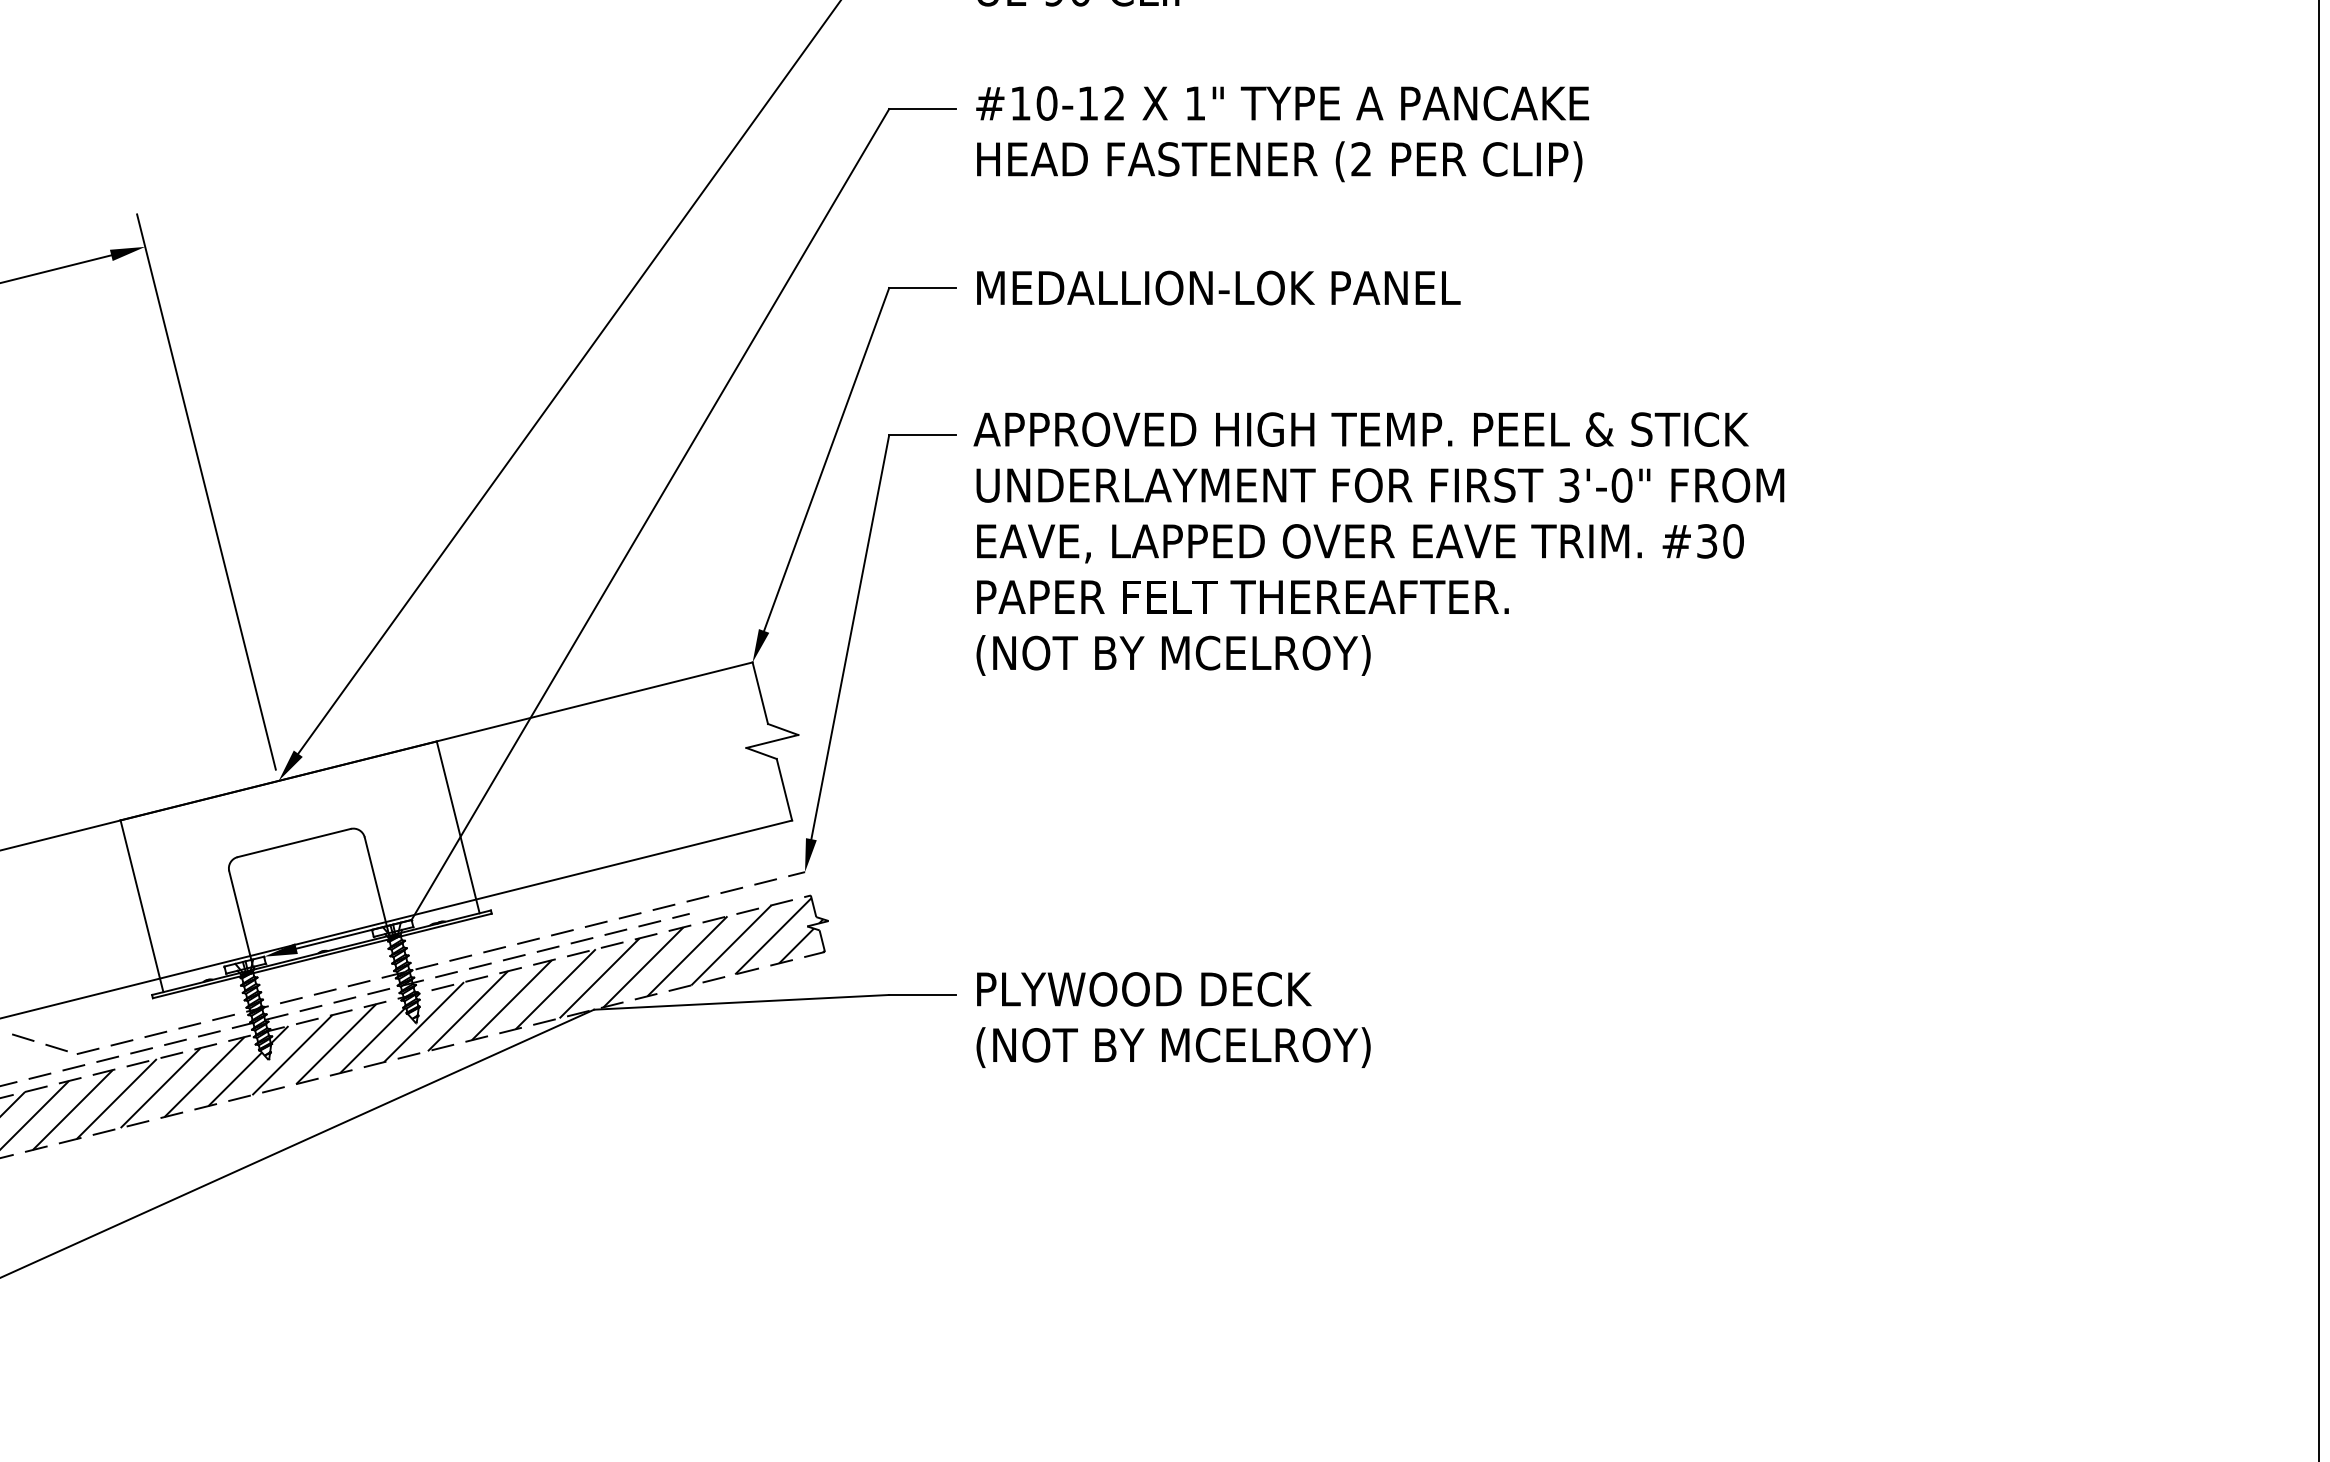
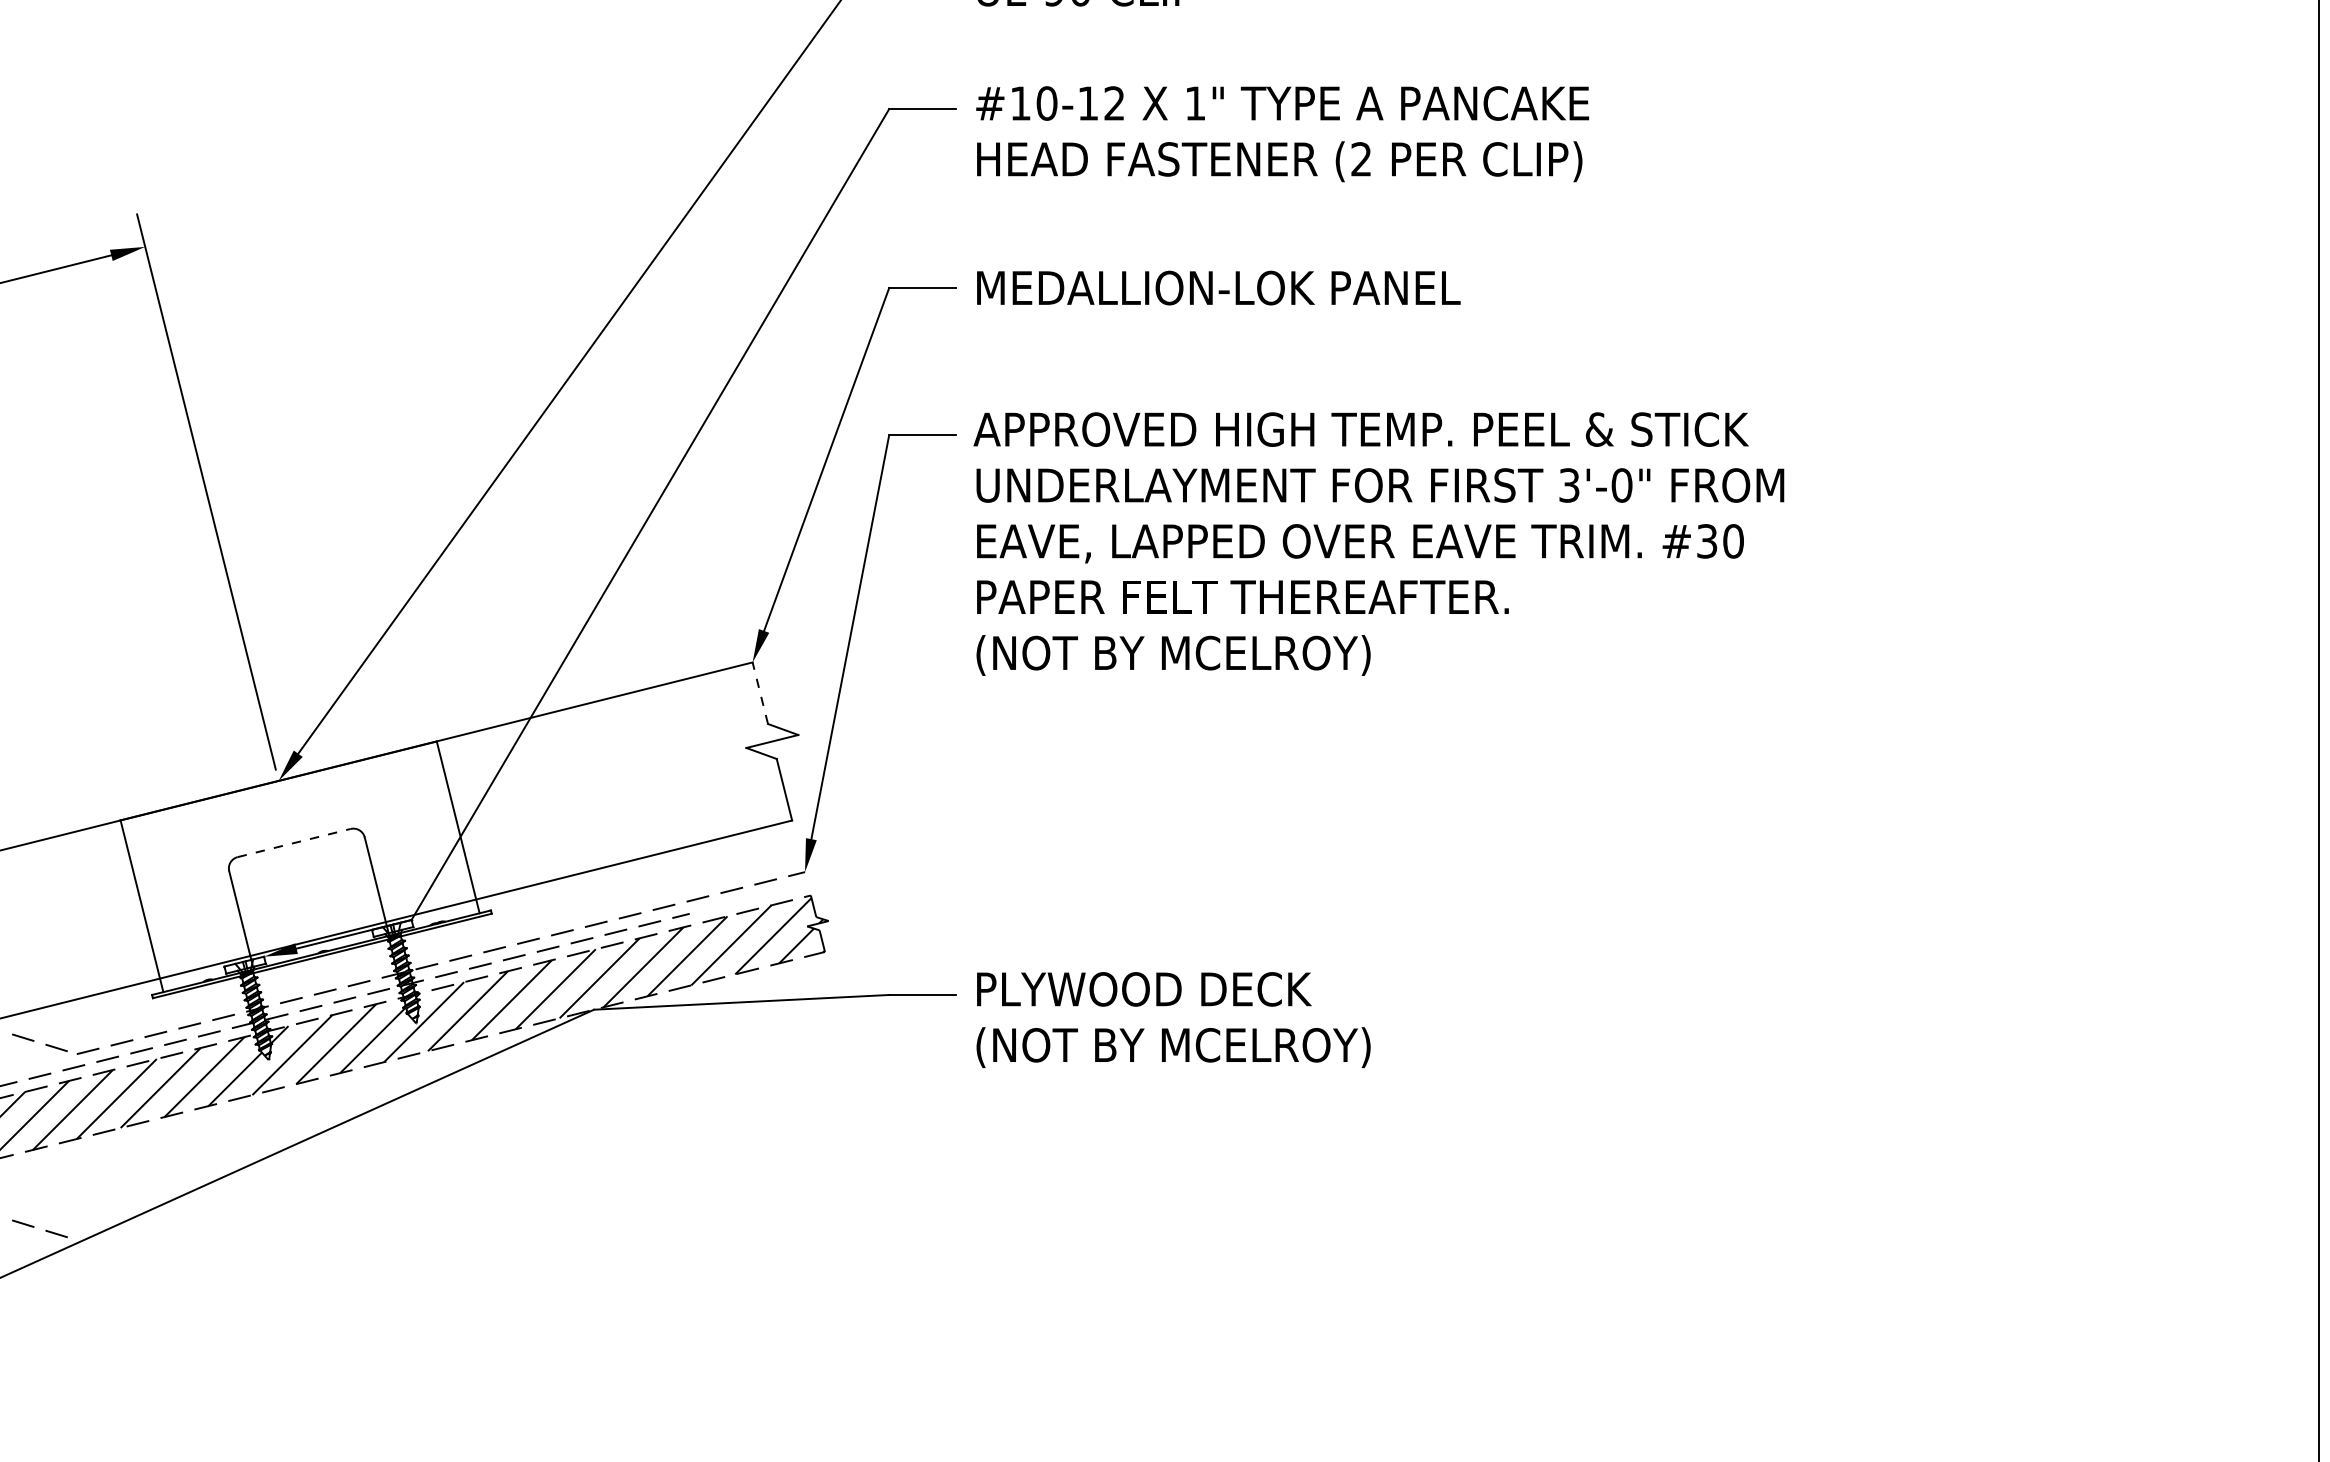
line at (760, 693): solid -> dashed
line at (294, 842): solid -> dashed
line at (34, 1227): none -> present
